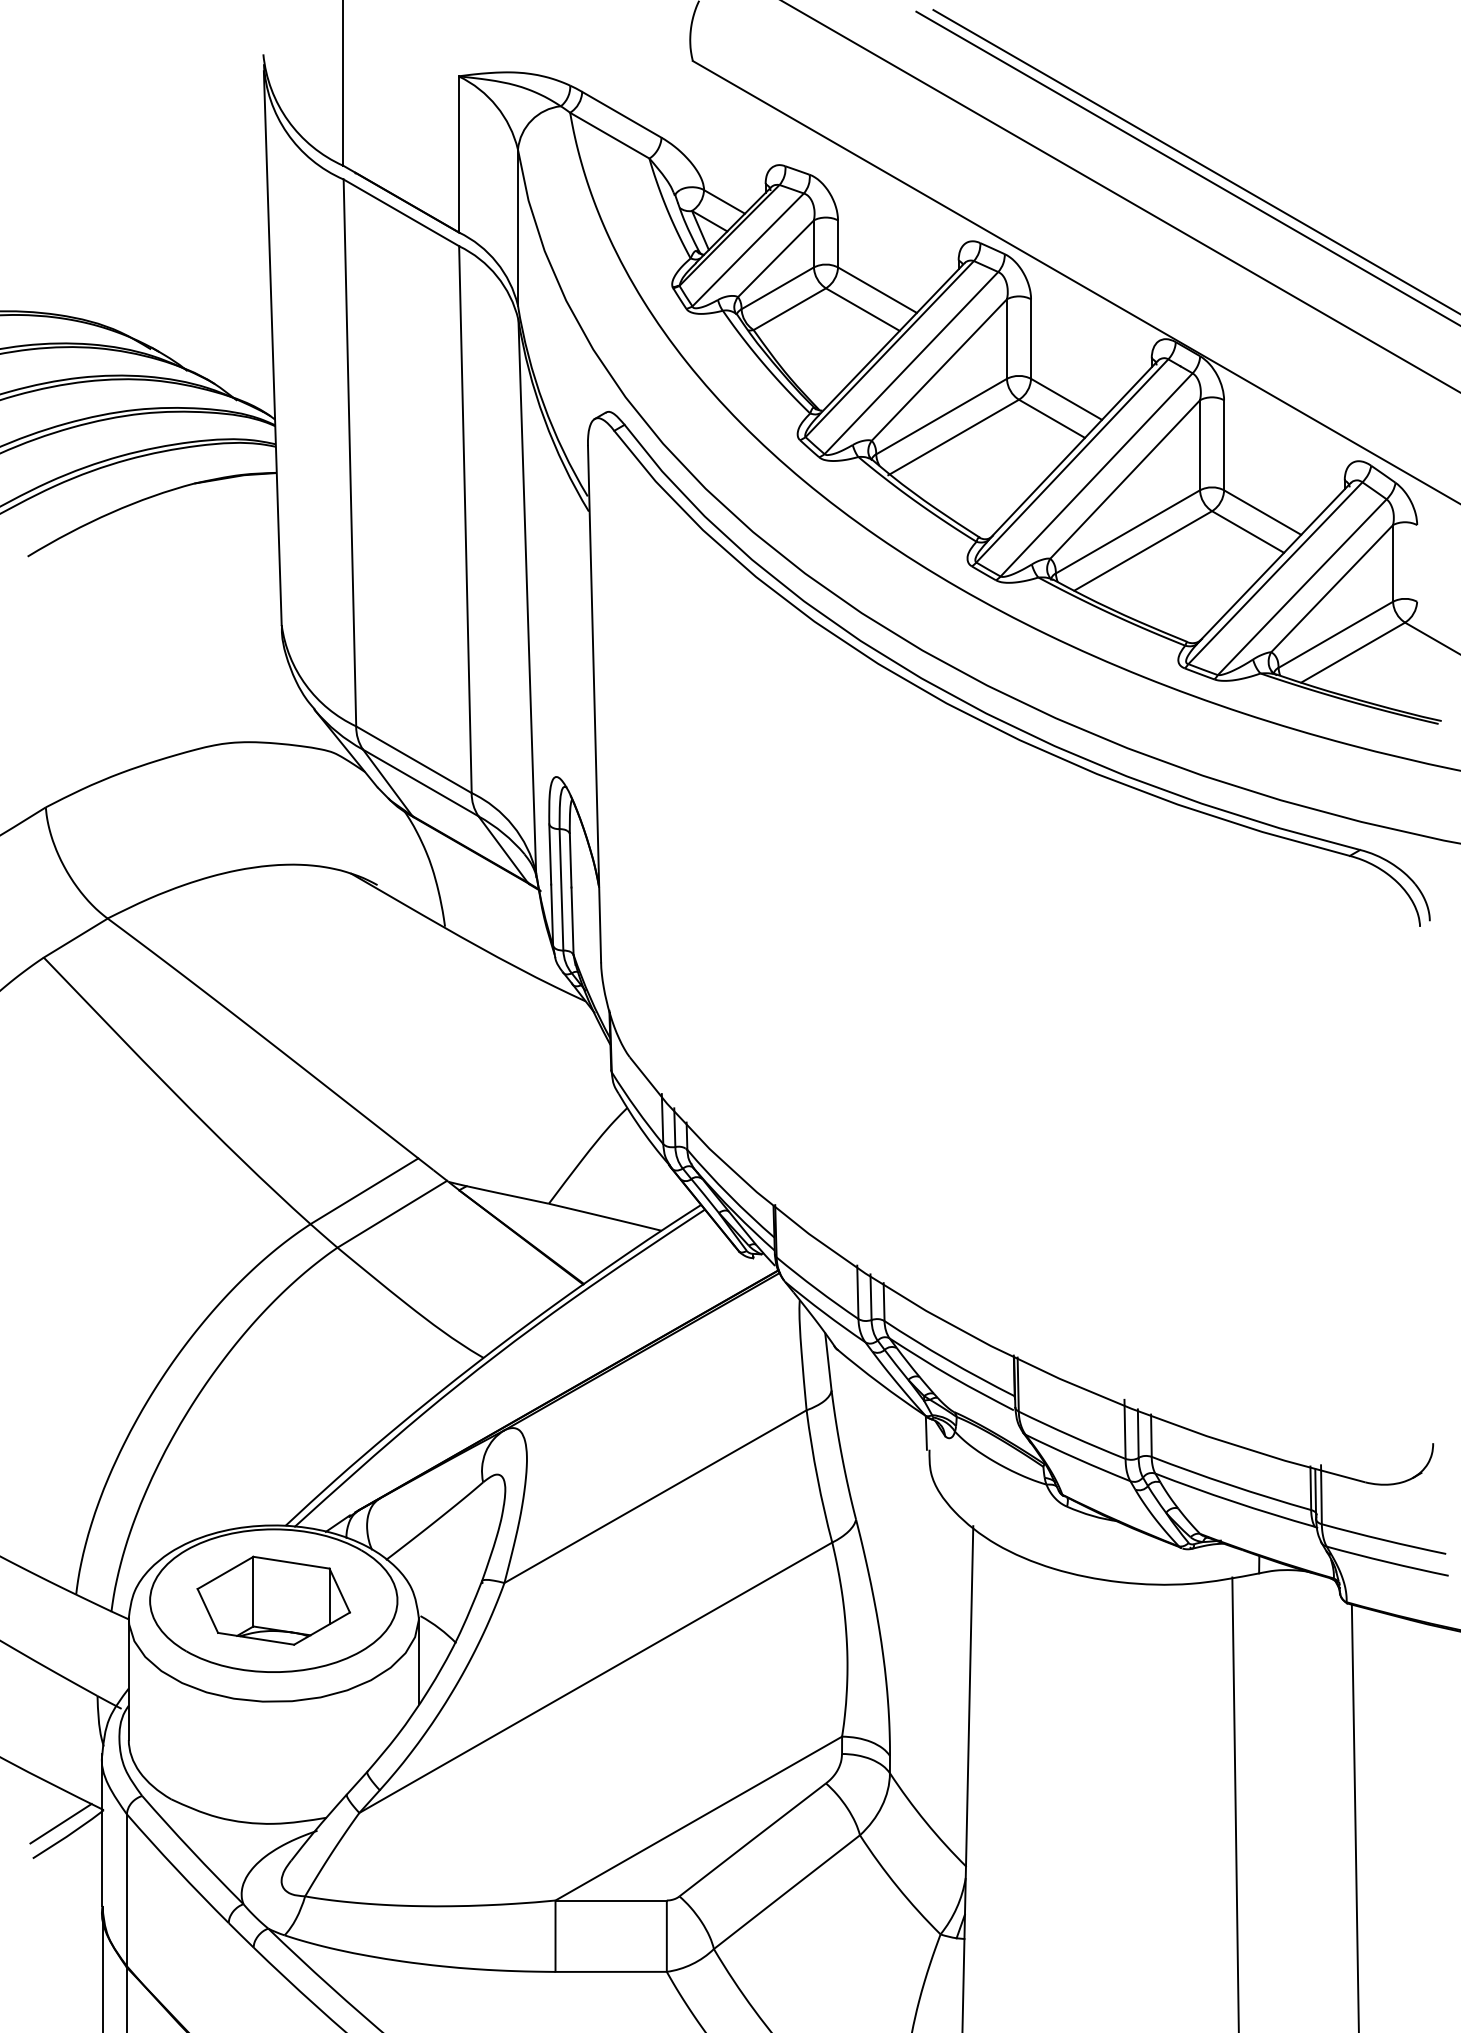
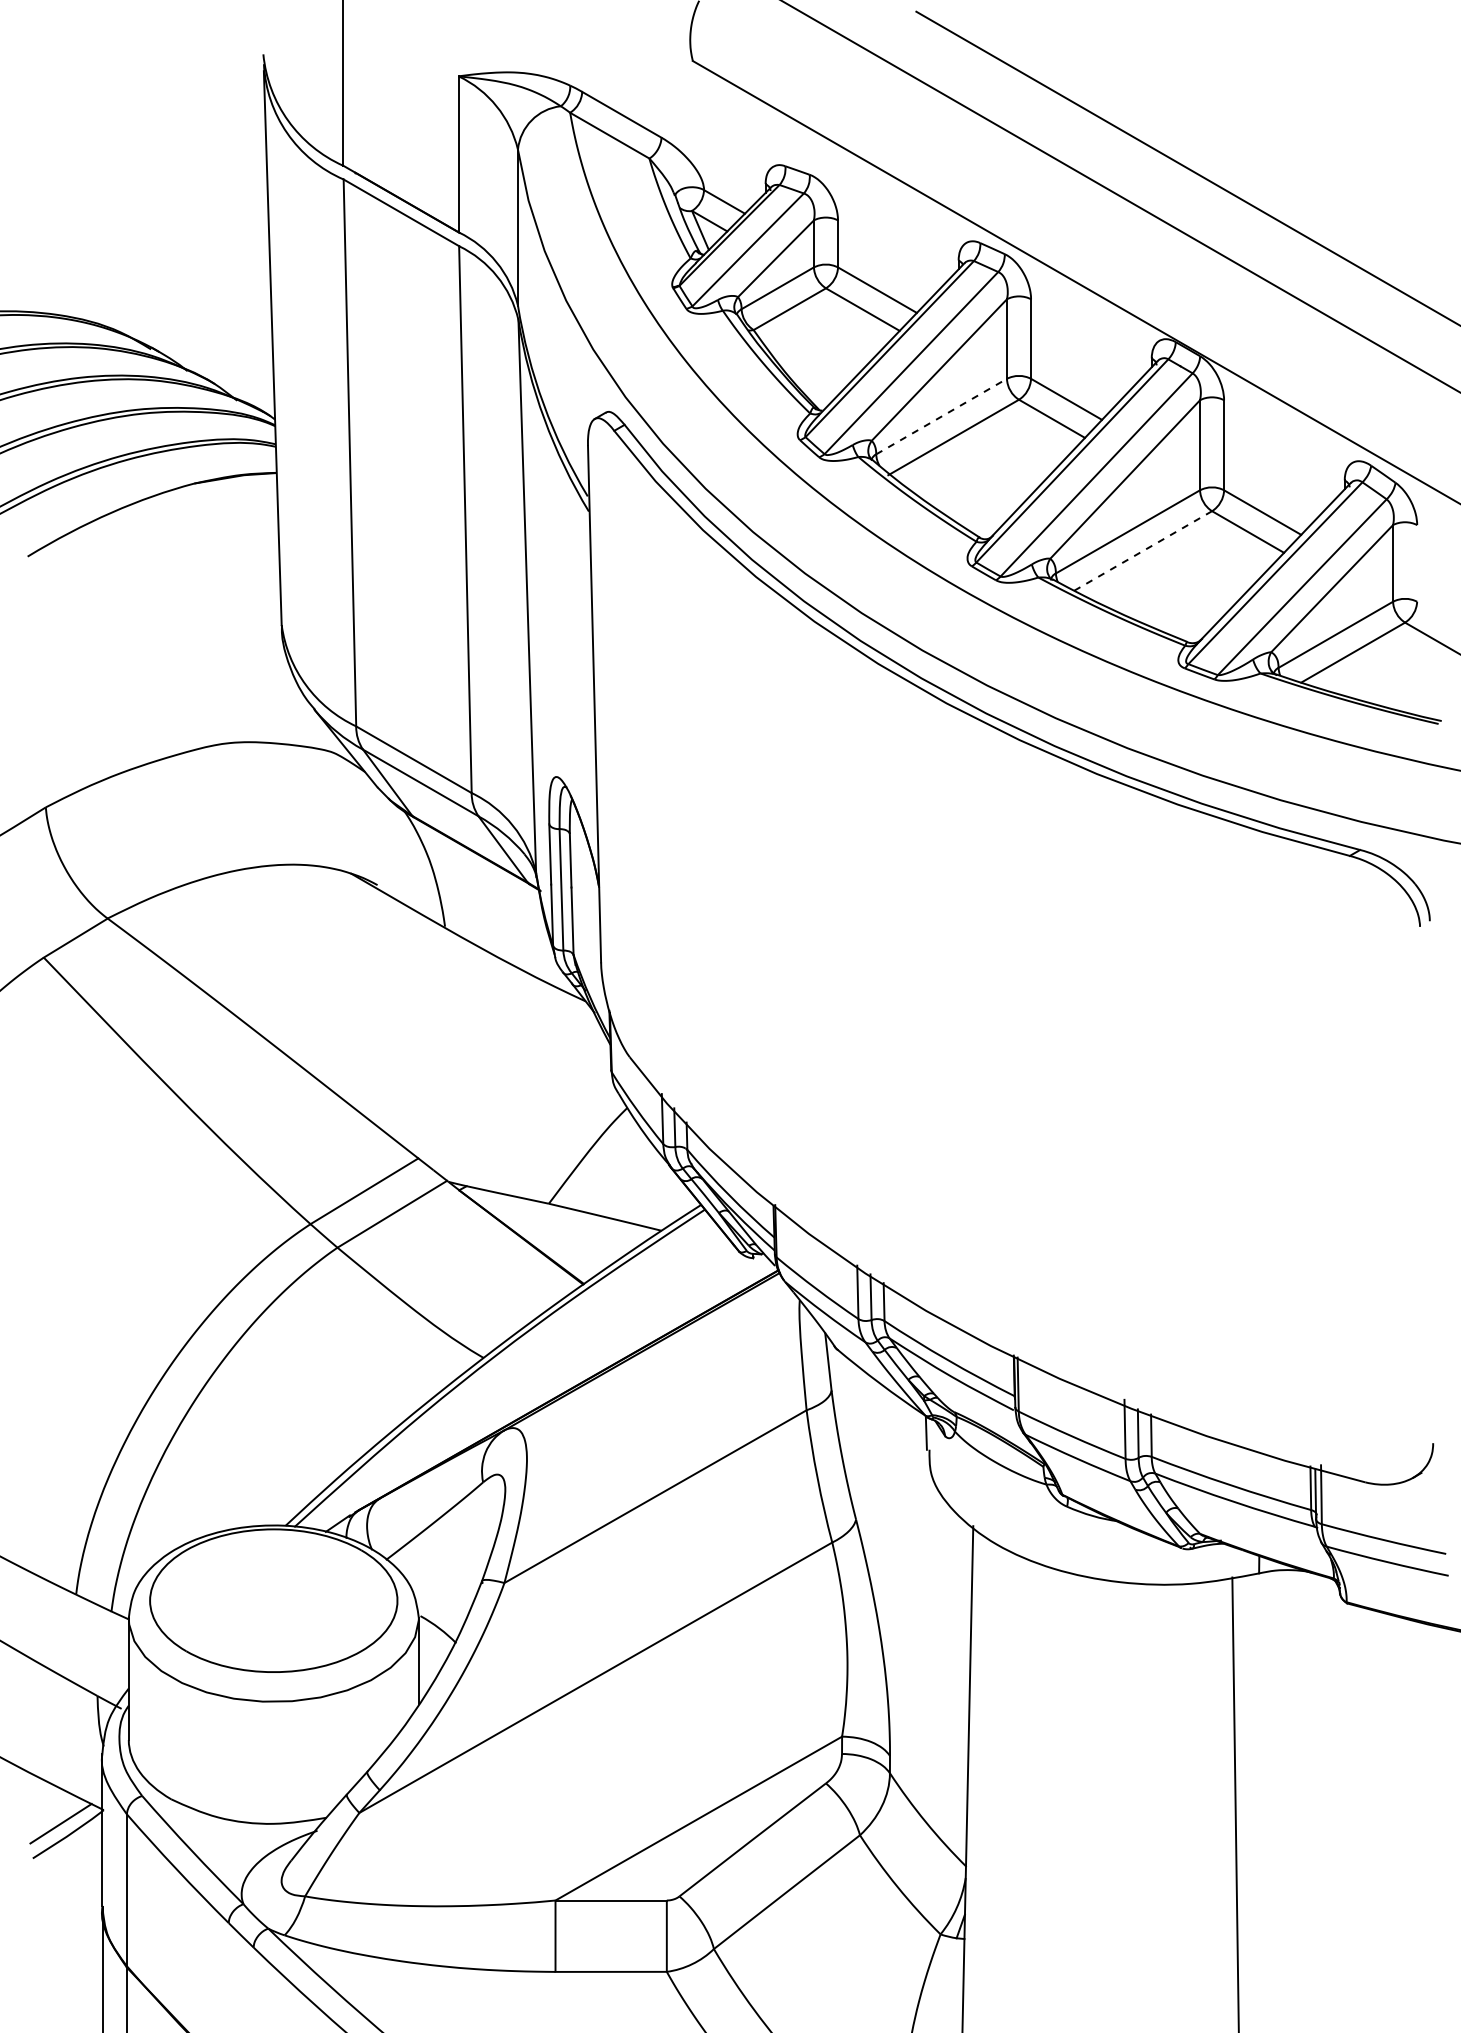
line at (1195, 161): present -> none
line at (942, 416): solid -> dashed
line at (1143, 550): solid -> dashed
part at (273, 1600): present -> none
line at (1354, 1816): present -> none
